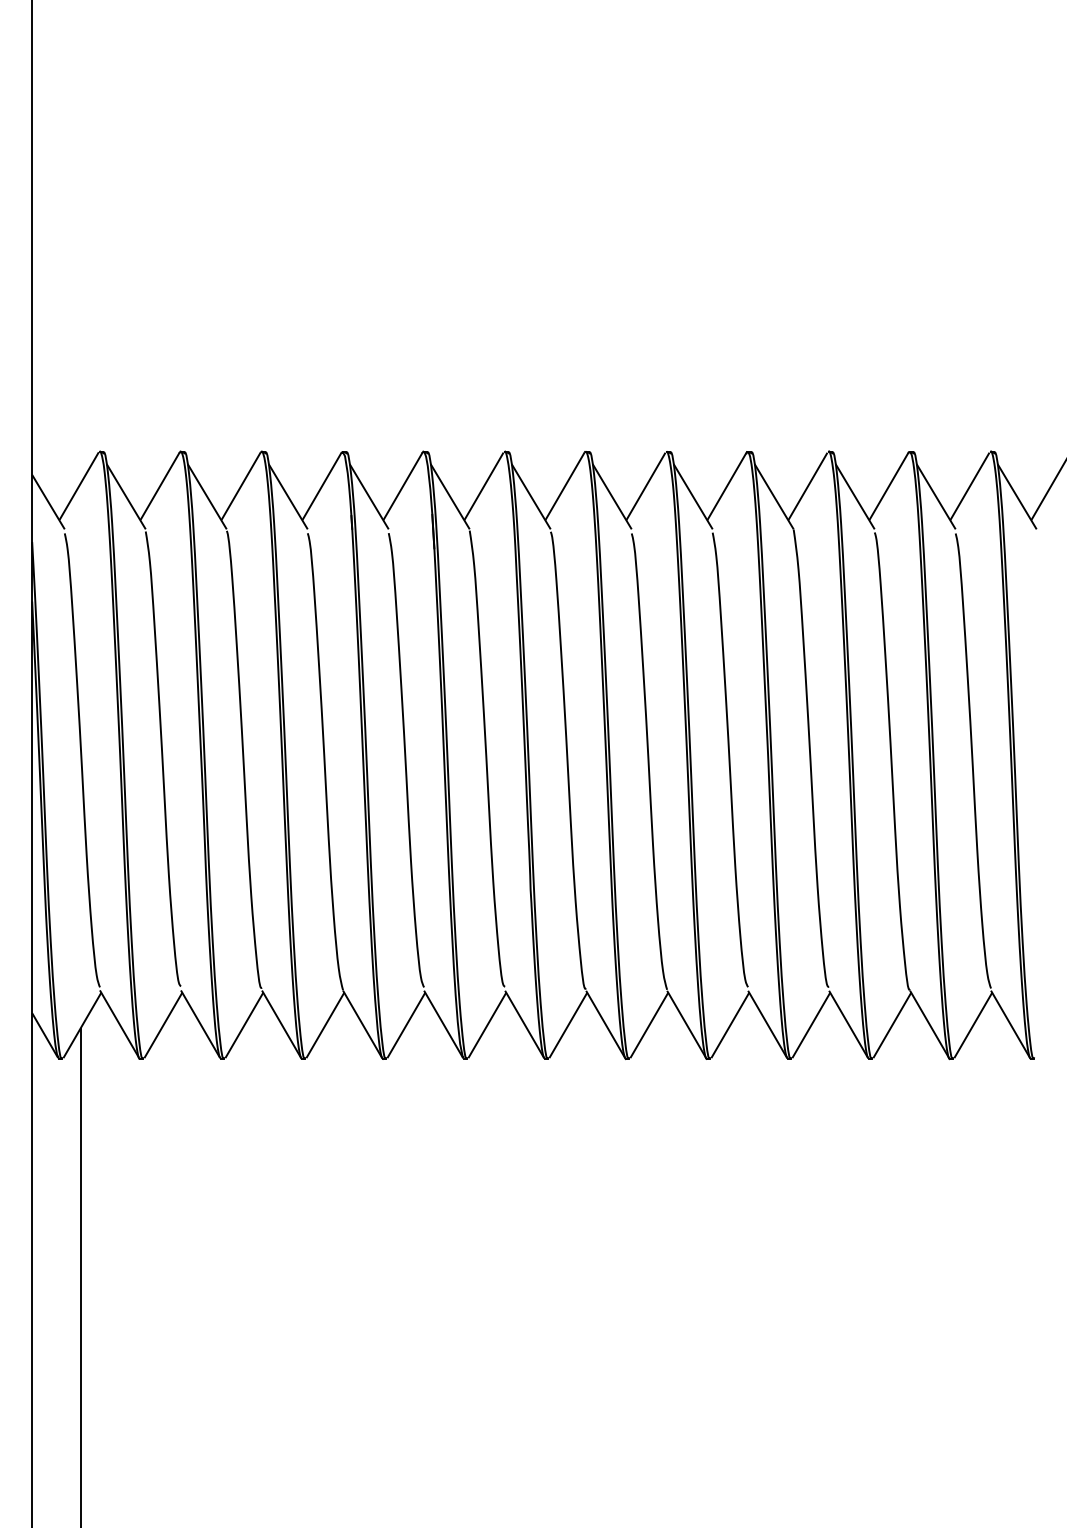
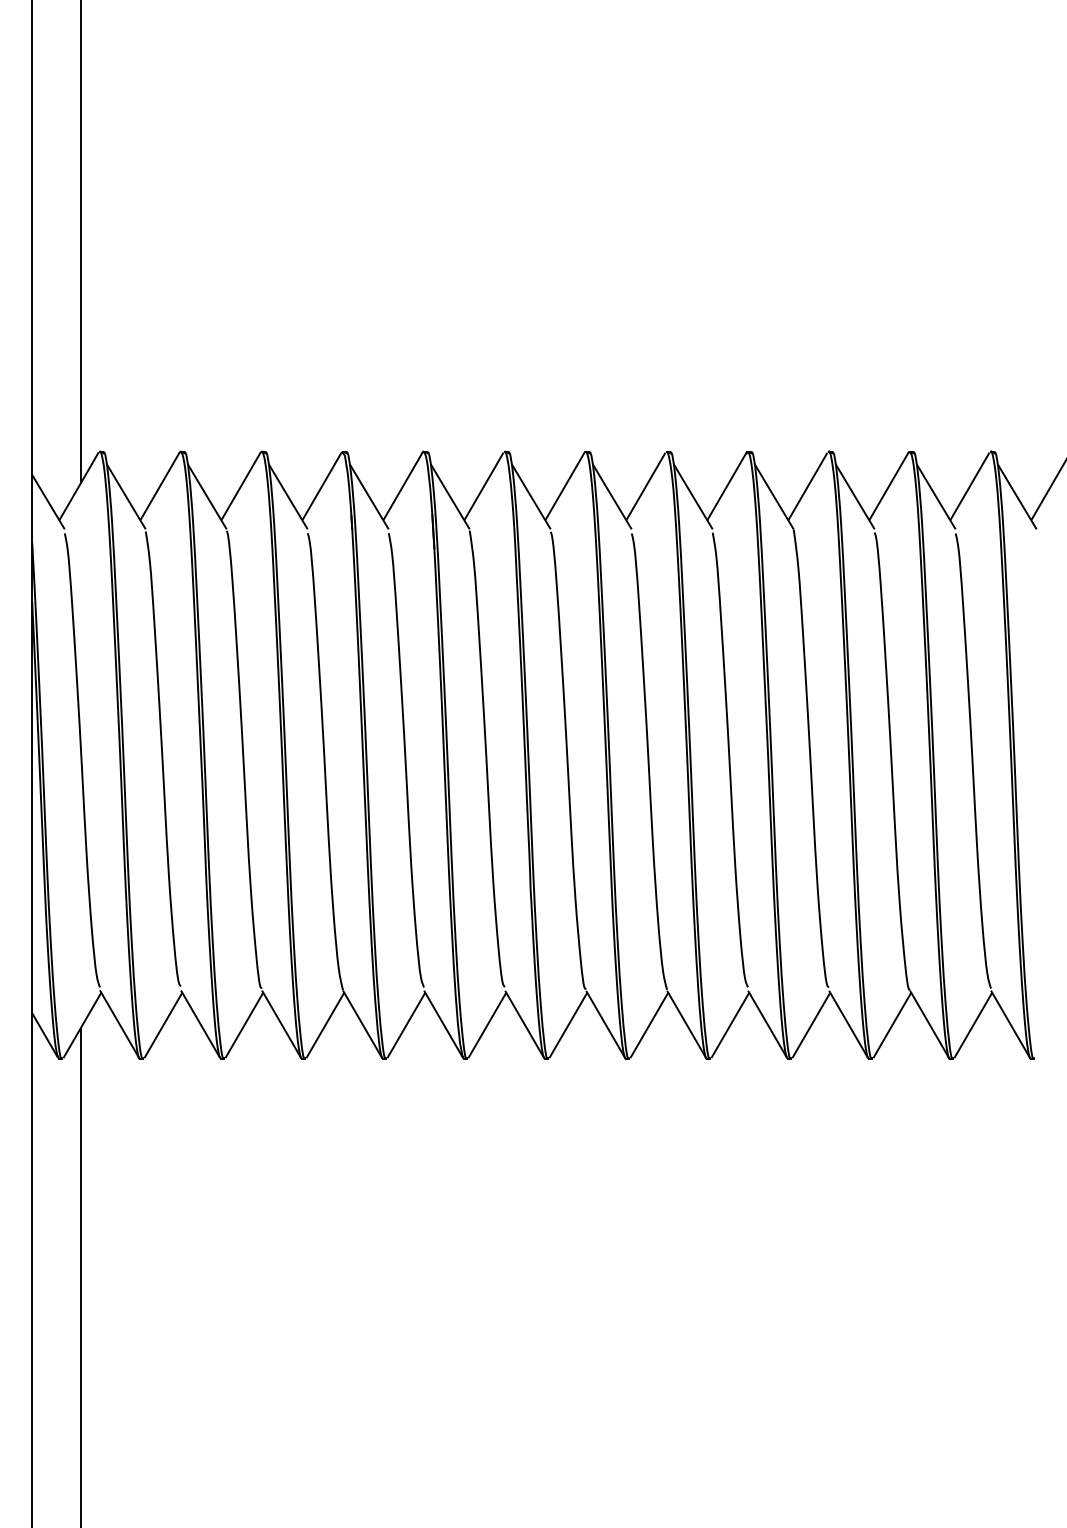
line at (80, 242): none -> present
